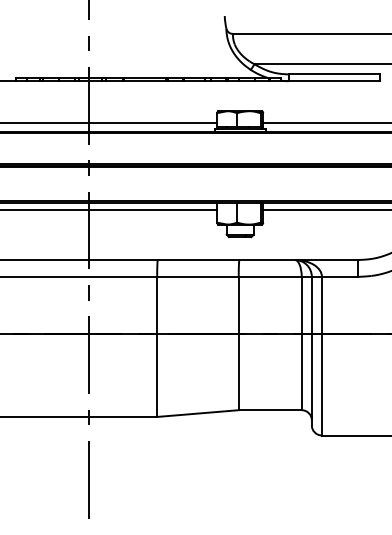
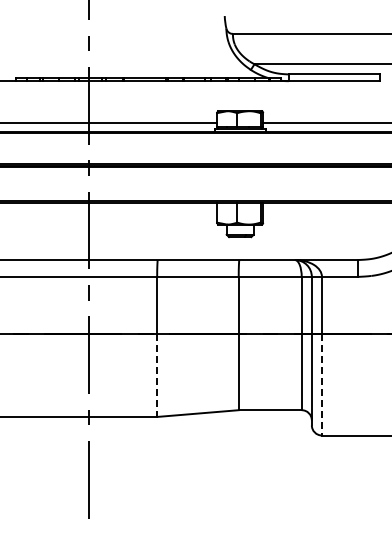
line at (109, 210): present -> none
line at (325, 210): present -> none
line at (157, 376): solid -> dashed
line at (321, 384): solid -> dashed
